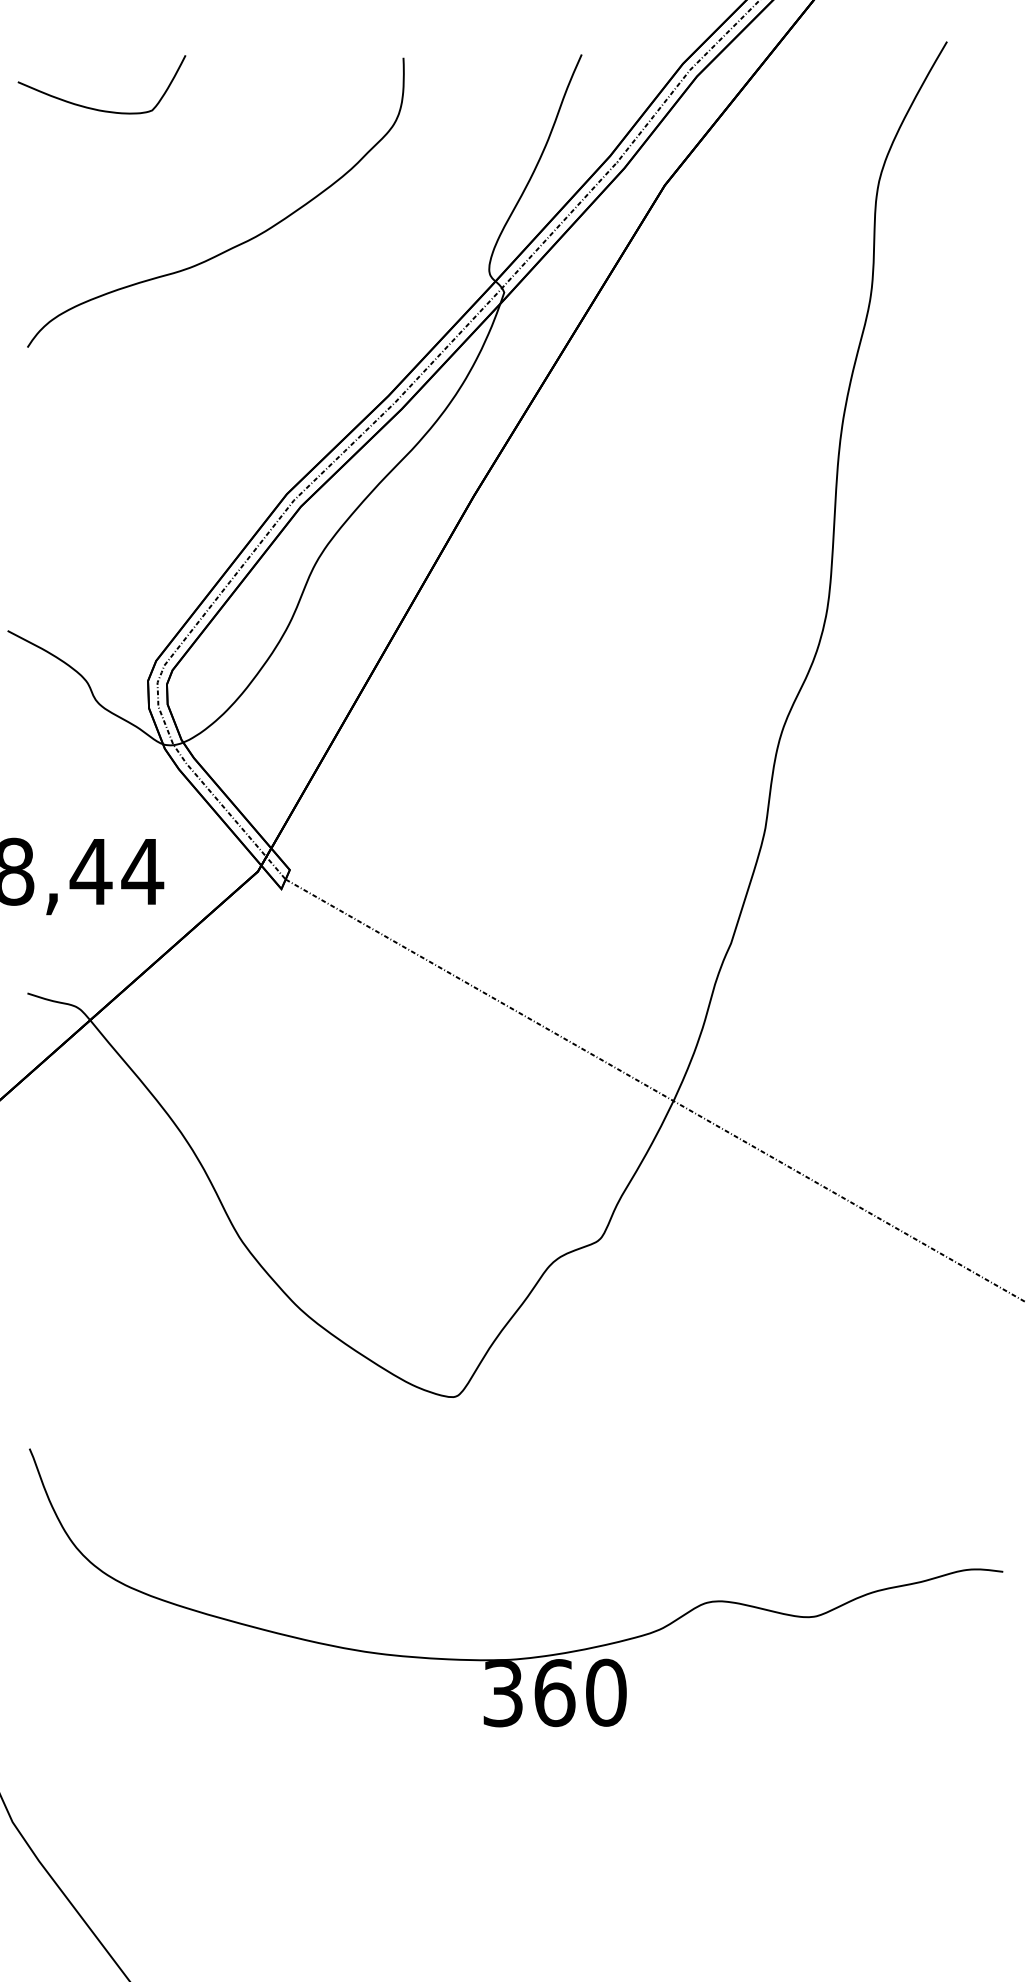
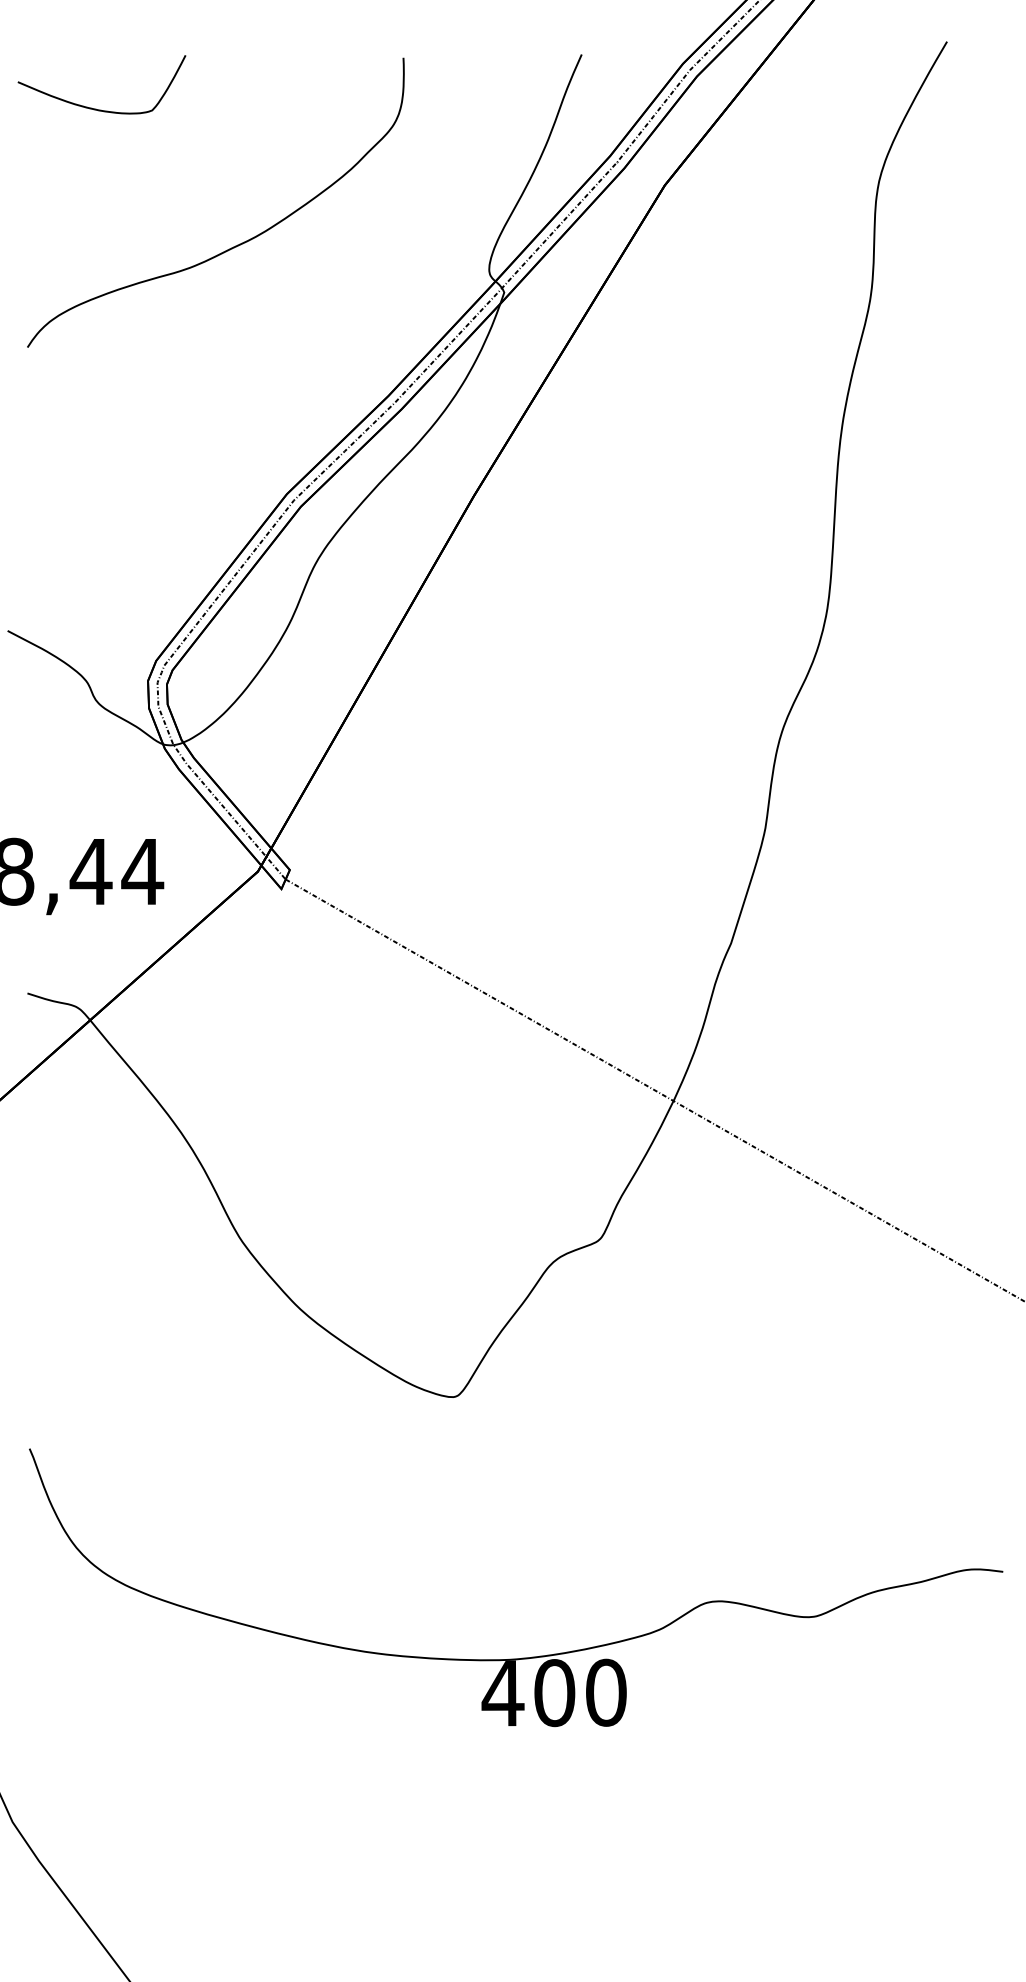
text at (528, 1693): 360 -> 400
